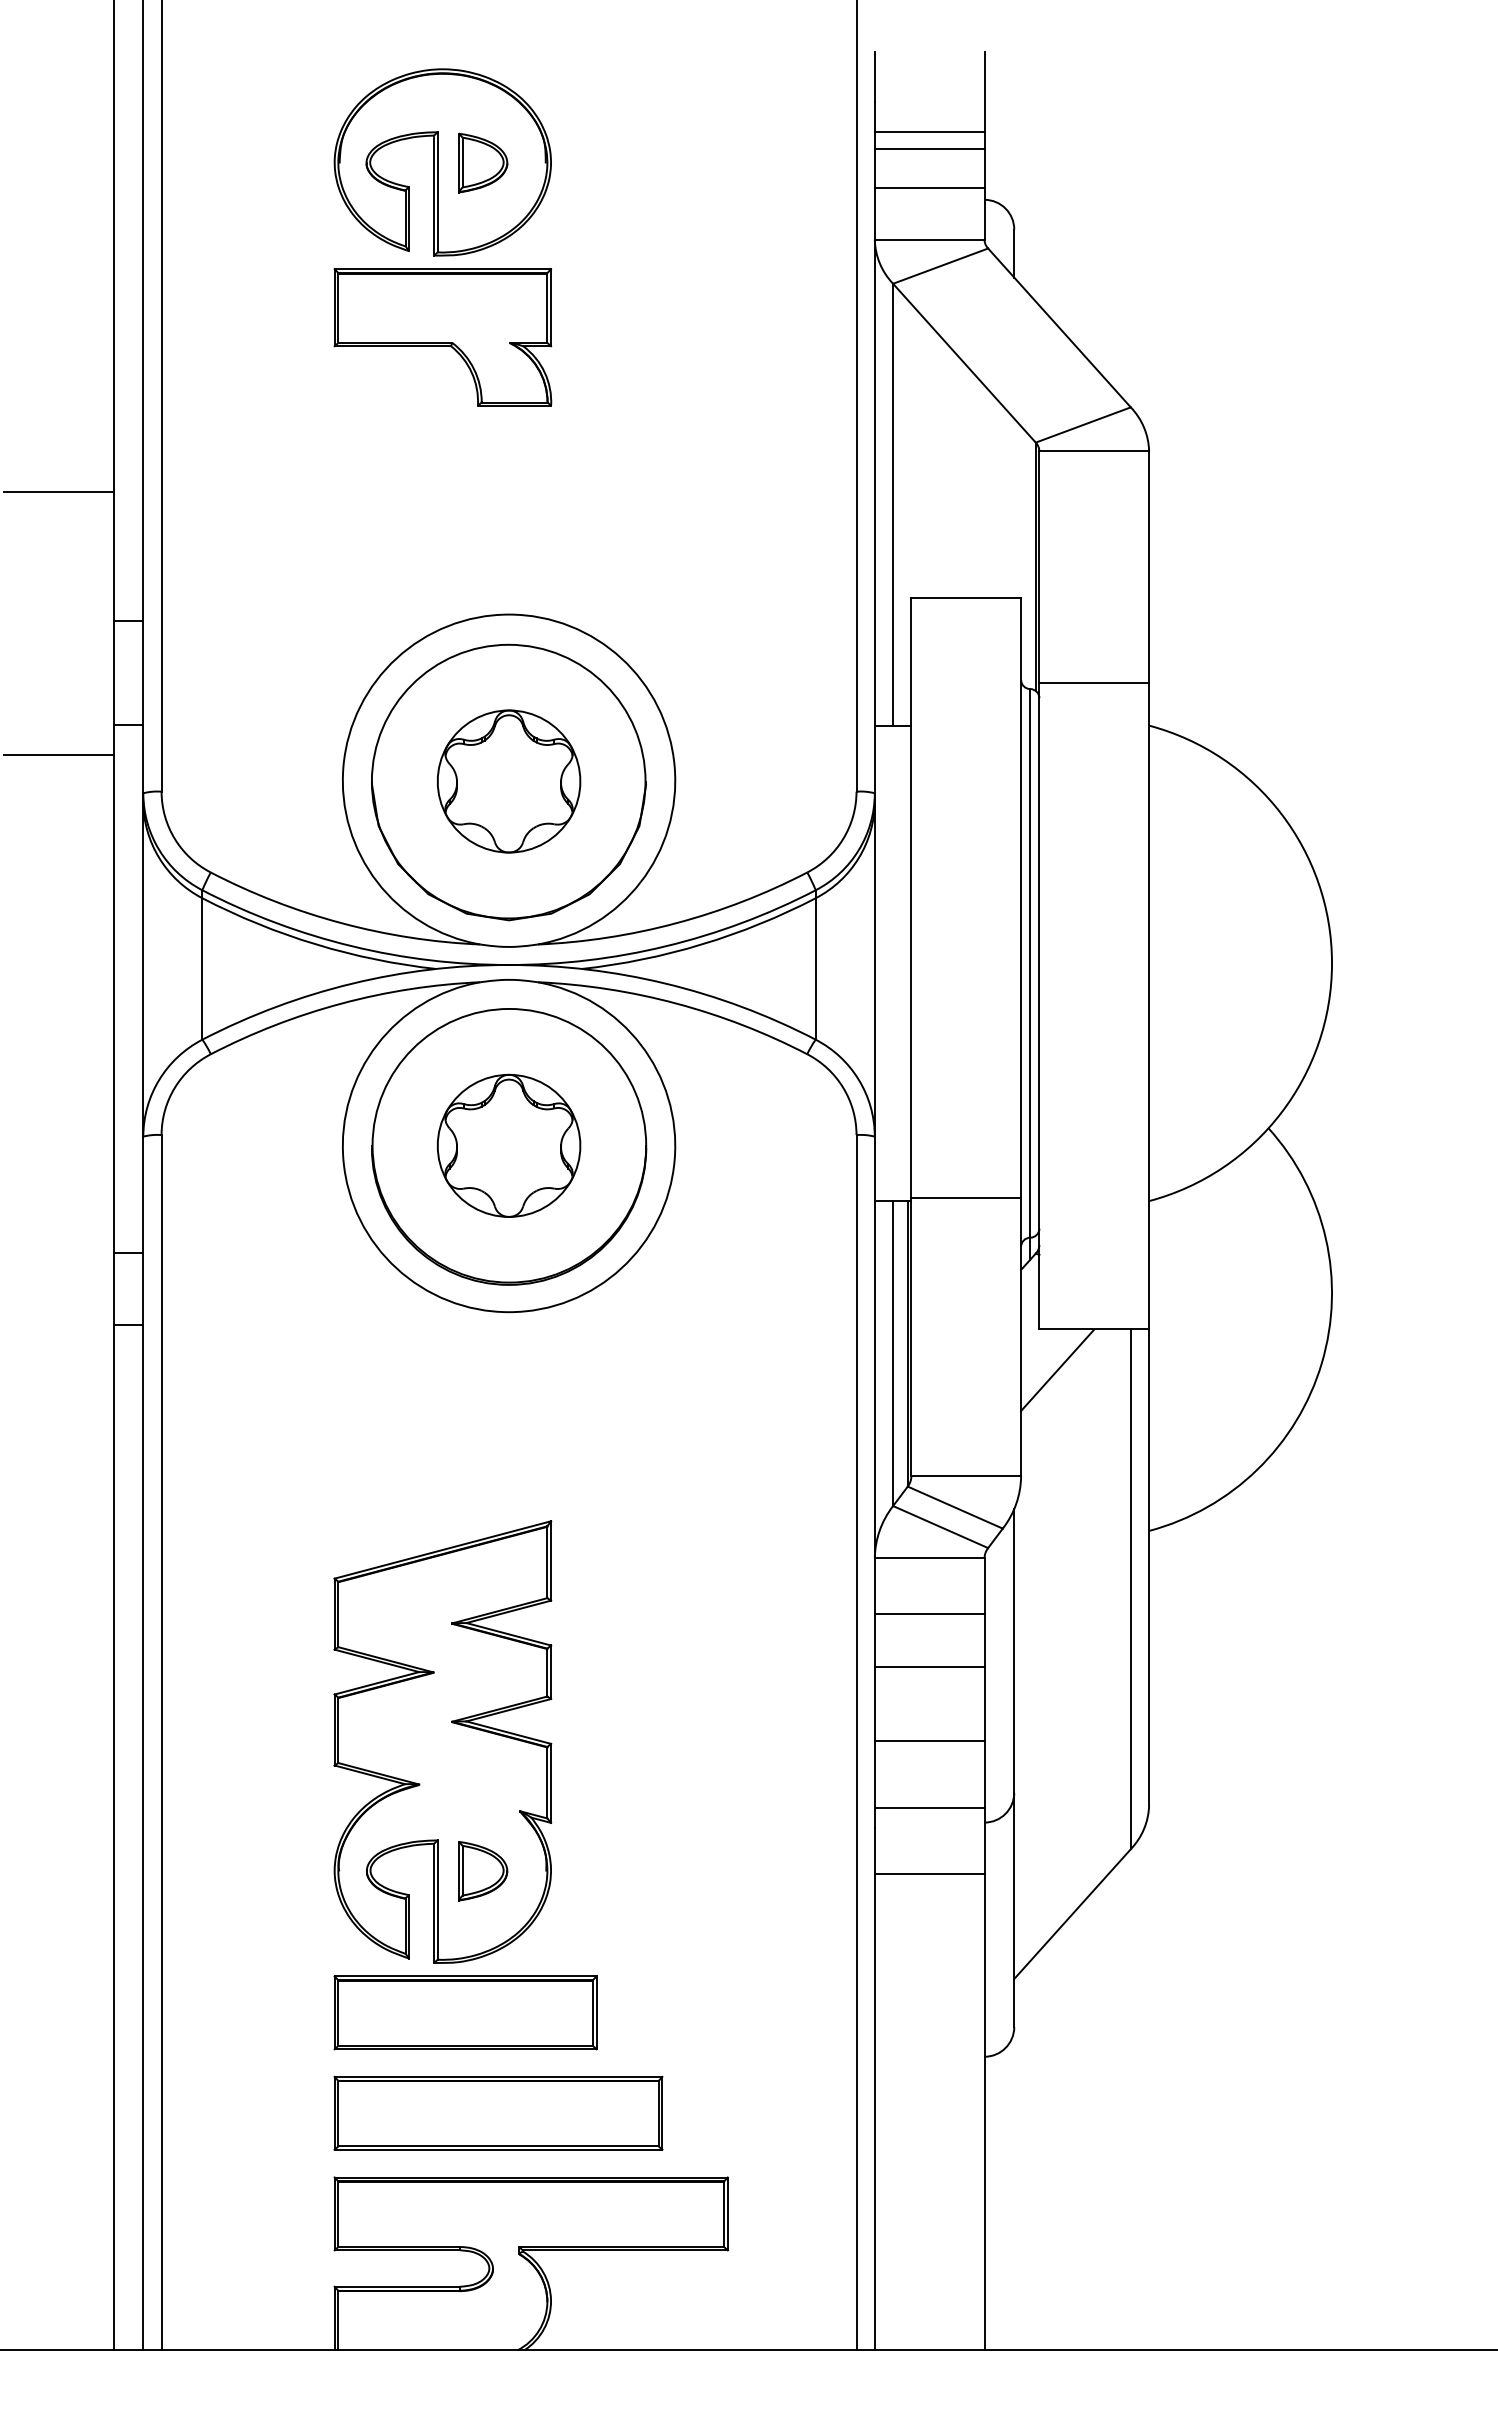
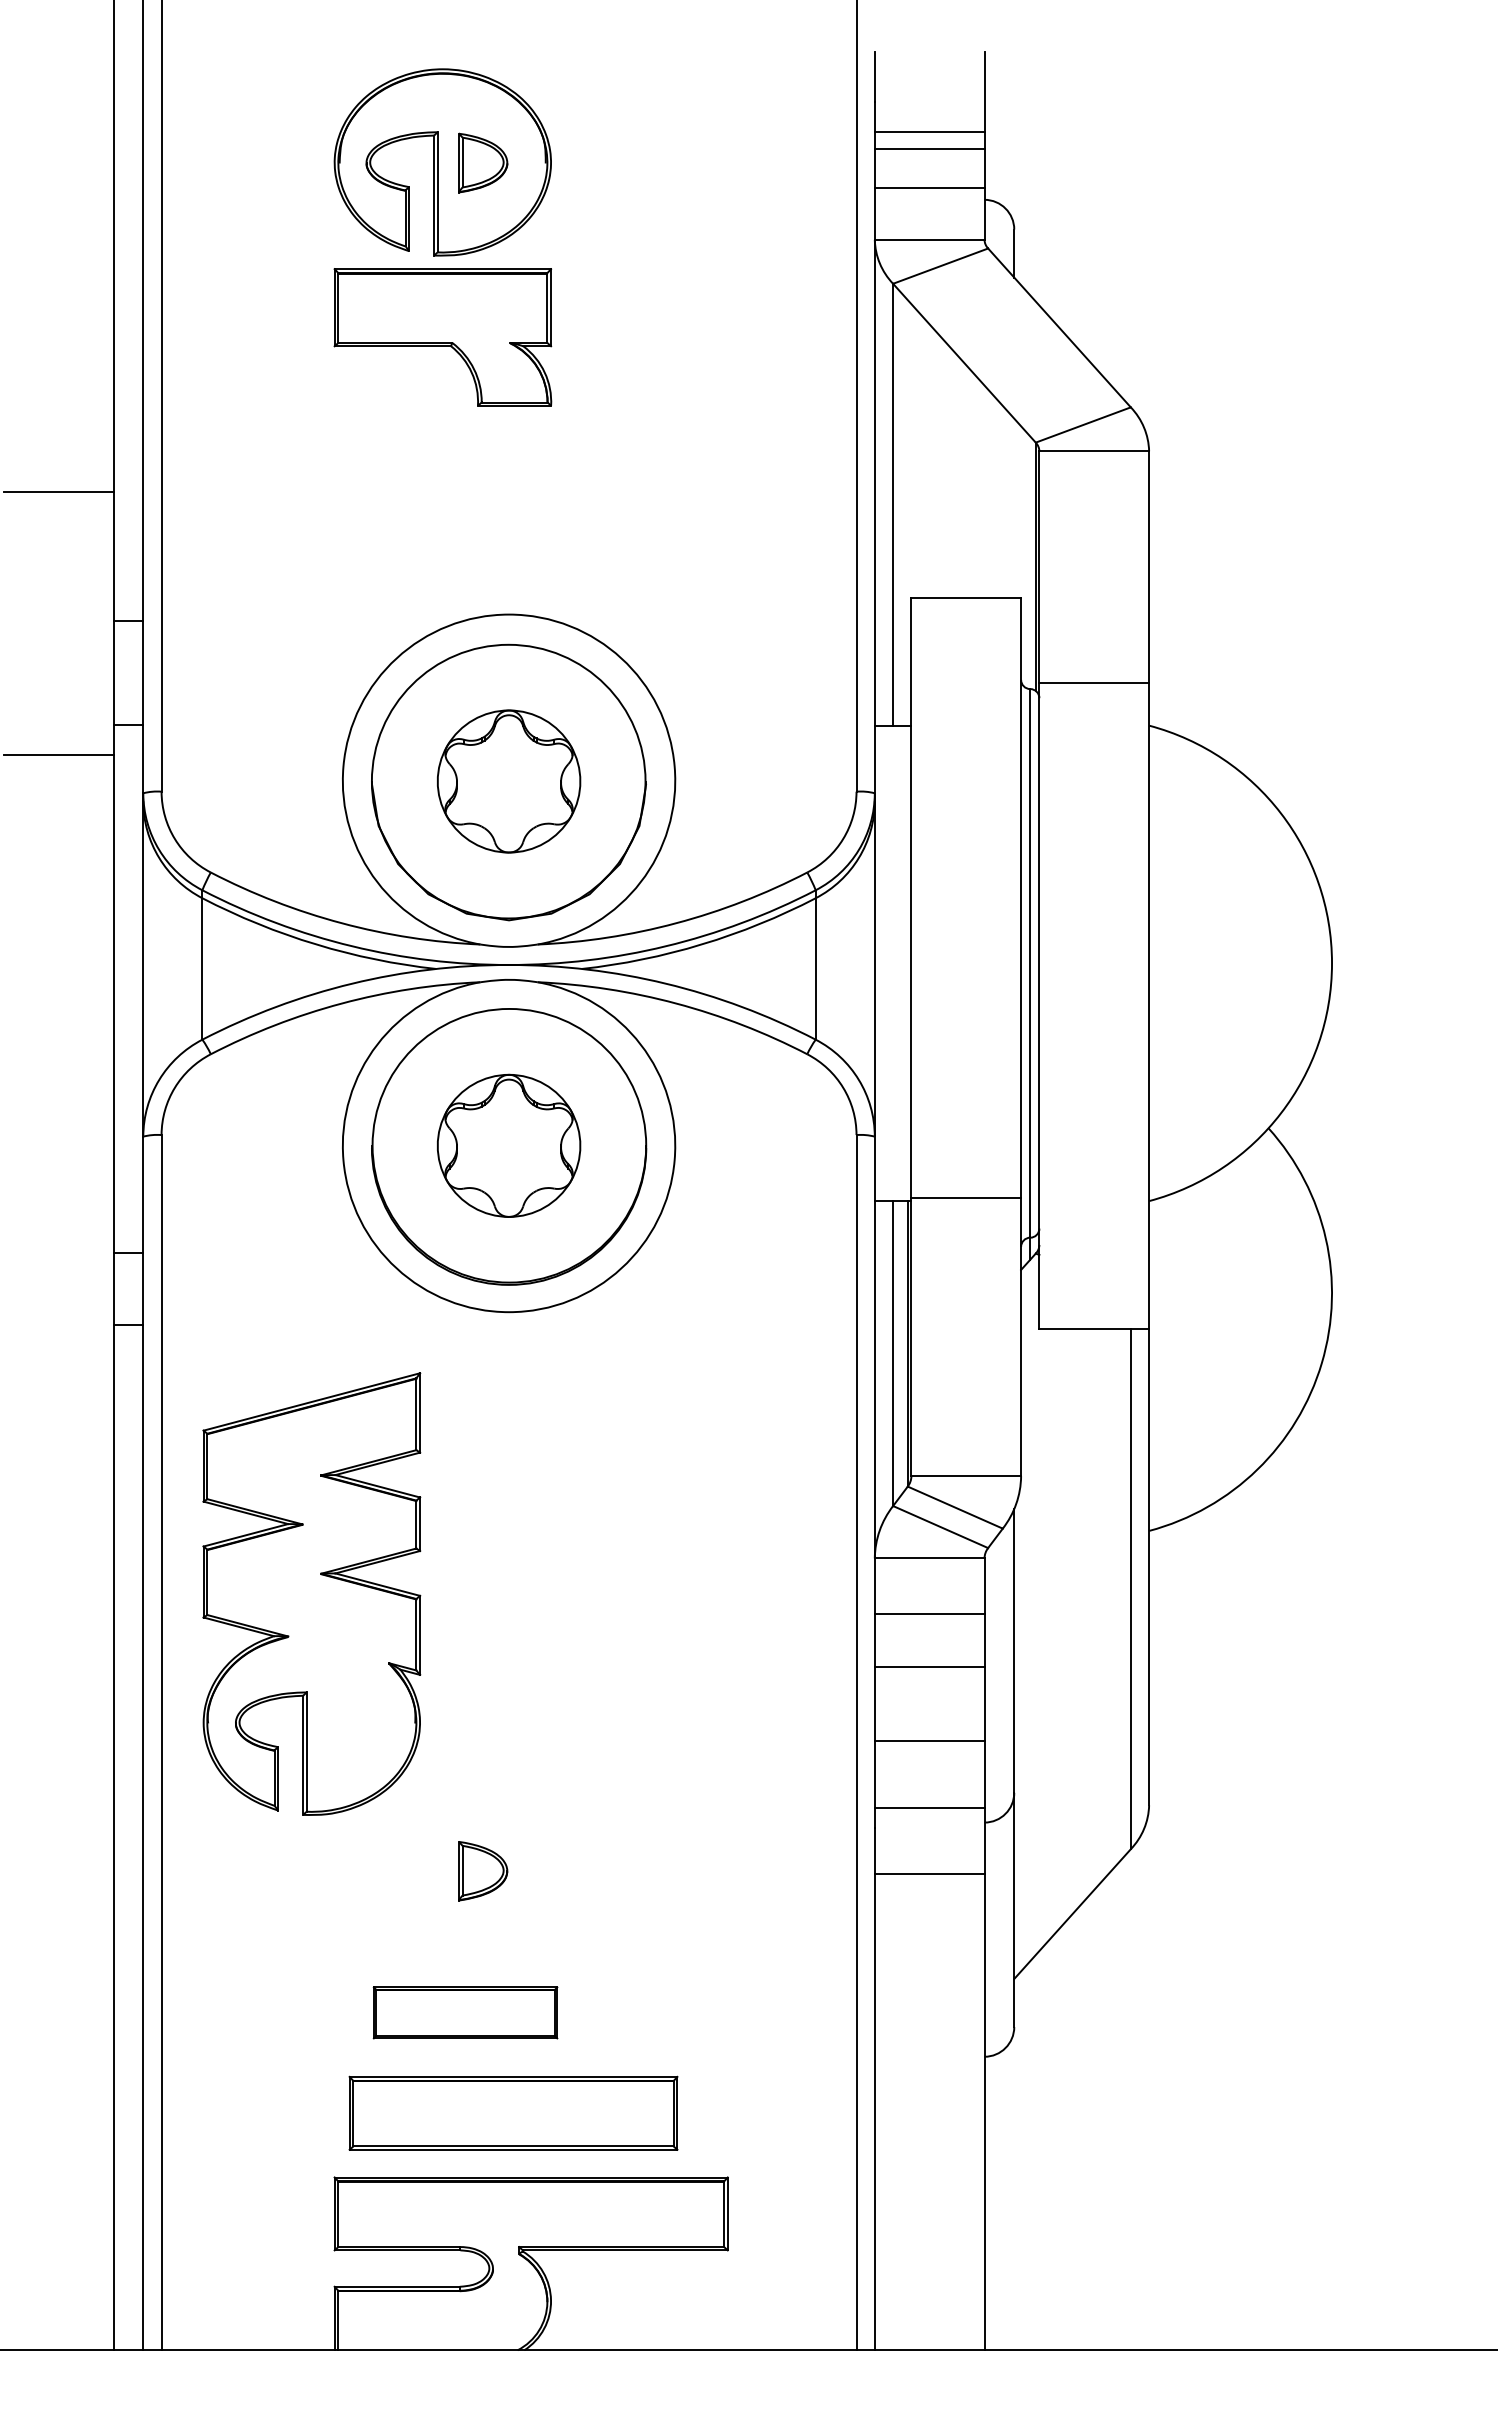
line at (1057, 1370): present -> none
part at (442, 1741) position: (442, 1741) -> (311, 1593)
part at (465, 2012) size: 265x76 px -> 187x54 px
part at (498, 2112) position: (498, 2112) -> (513, 2112)
